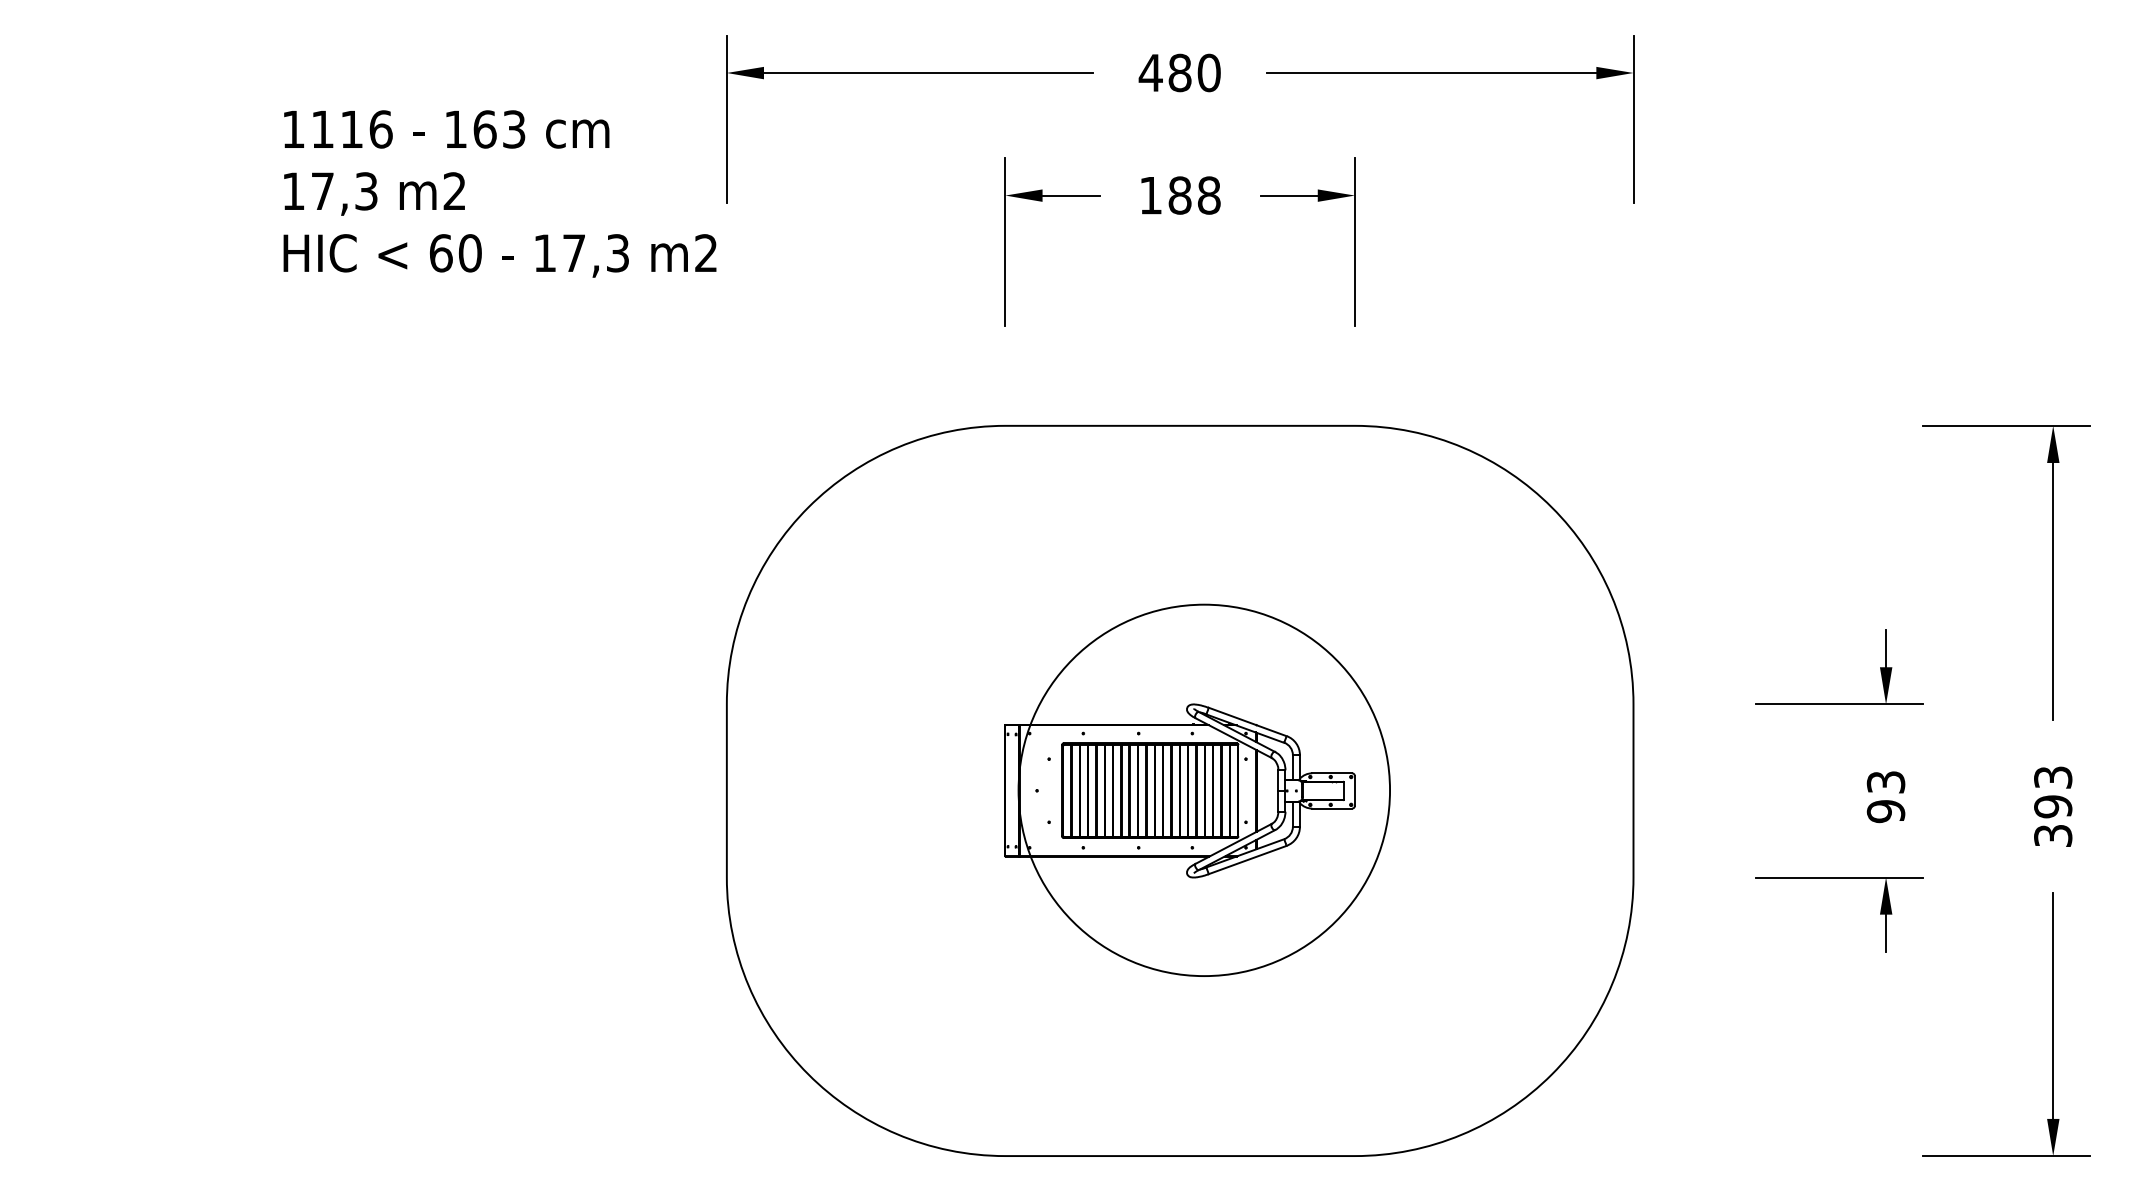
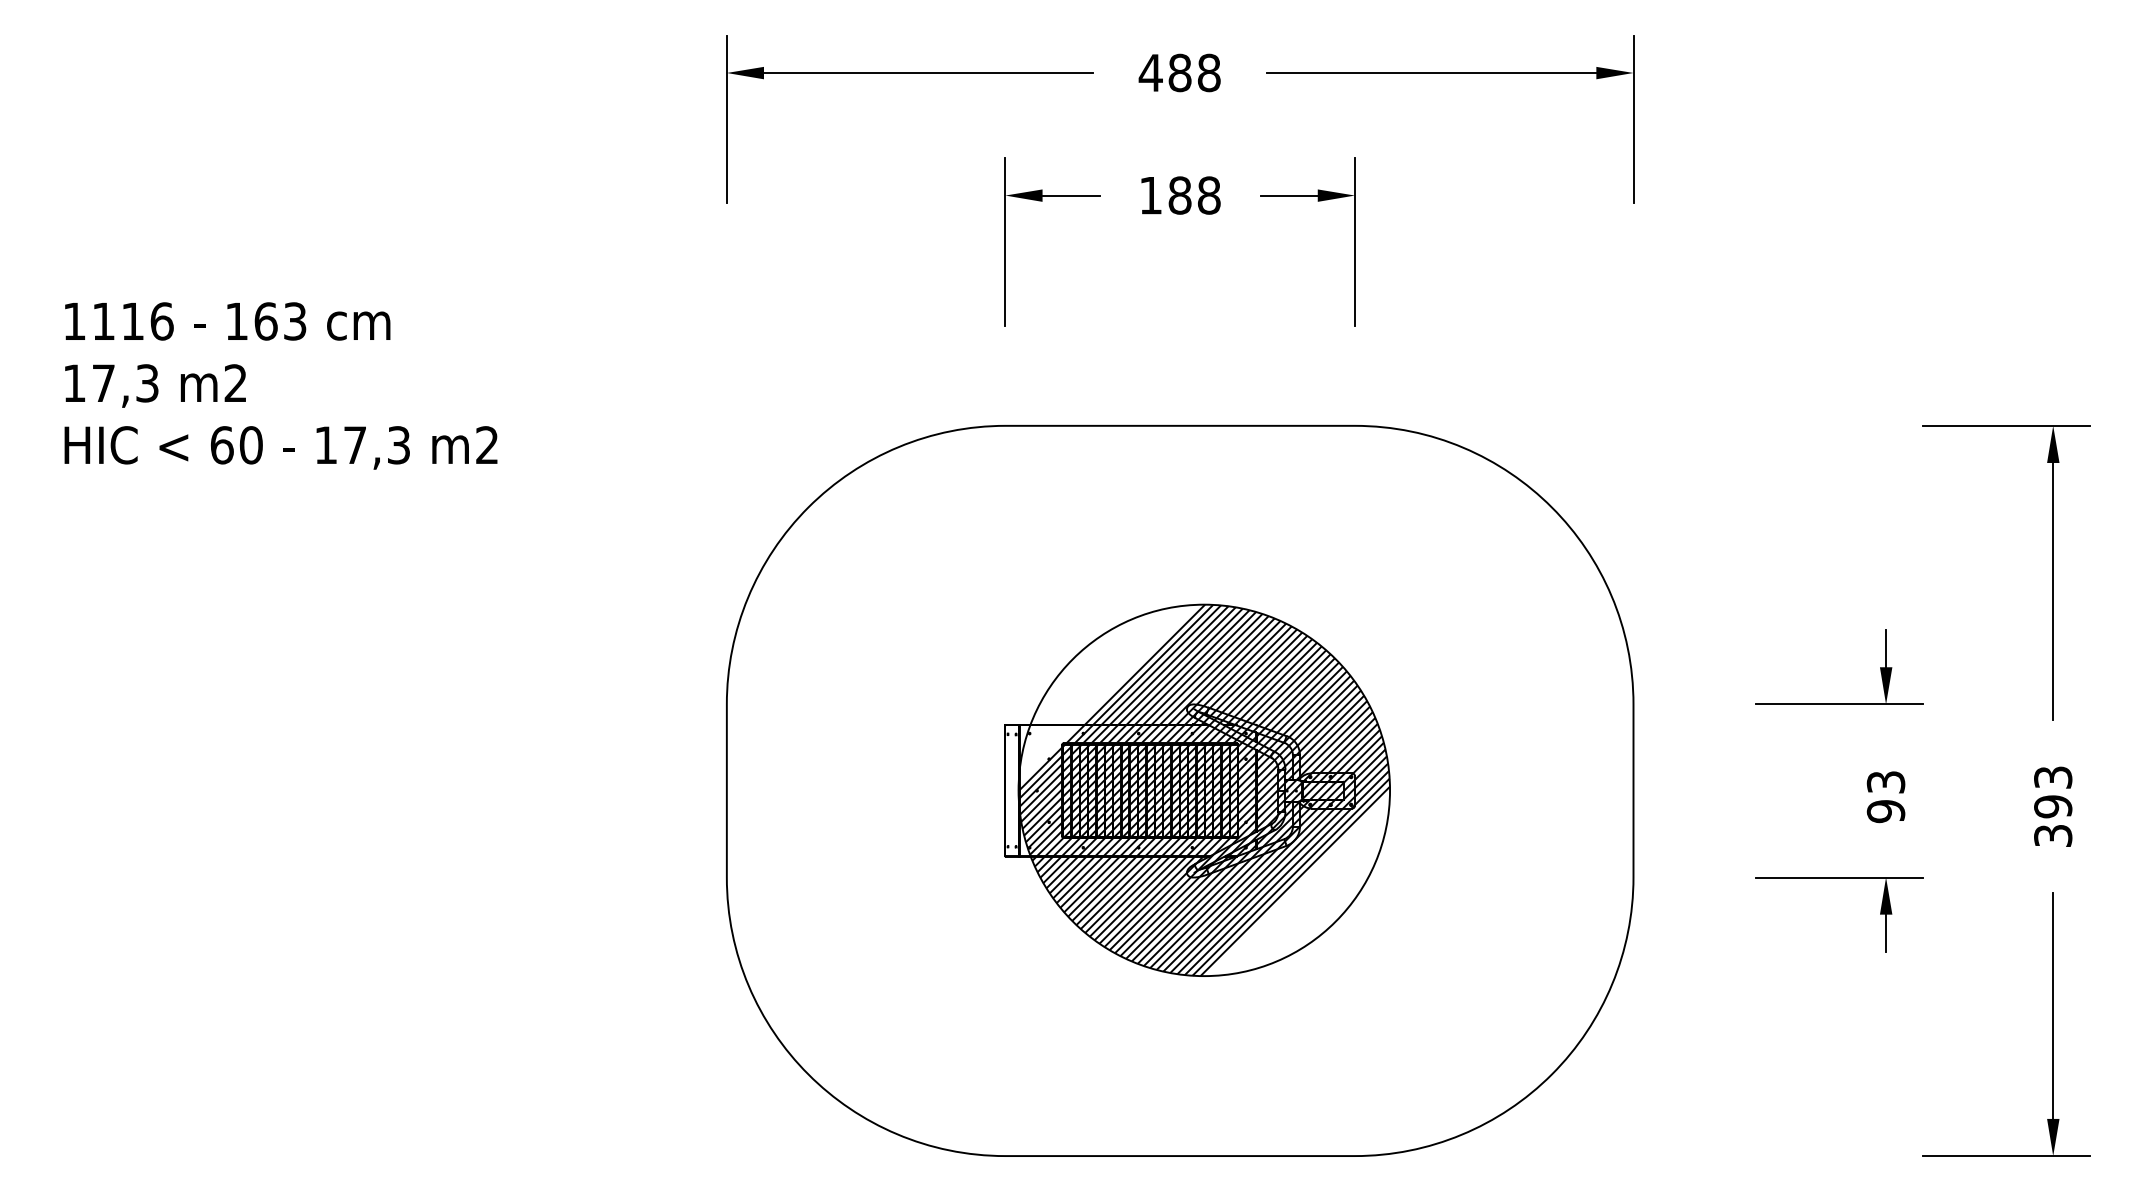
text at (1208, 73): 480 -> 488
text at (499, 193) position: (499, 193) -> (280, 385)
hatch at (1203, 790): none -> present
